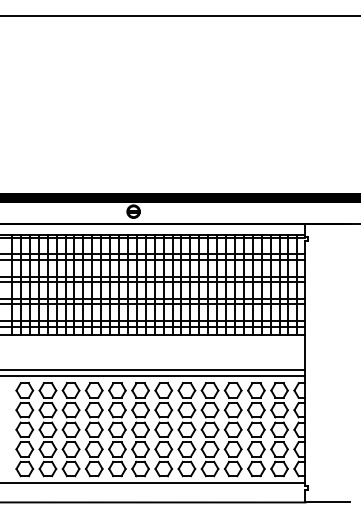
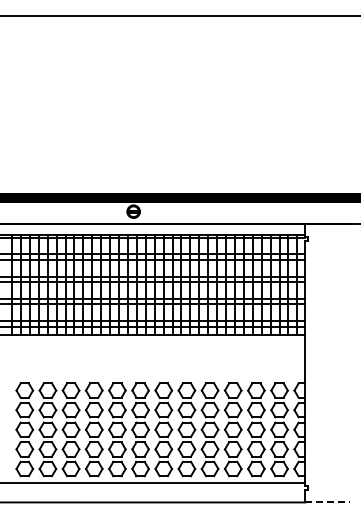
line at (153, 370): present -> none
line at (153, 376): present -> none
line at (328, 502): solid -> dashed
